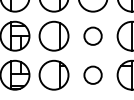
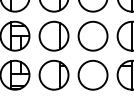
circle at (92, 35) diameter: 17 px -> 29 px
circle at (92, 74) diameter: 17 px -> 29 px
